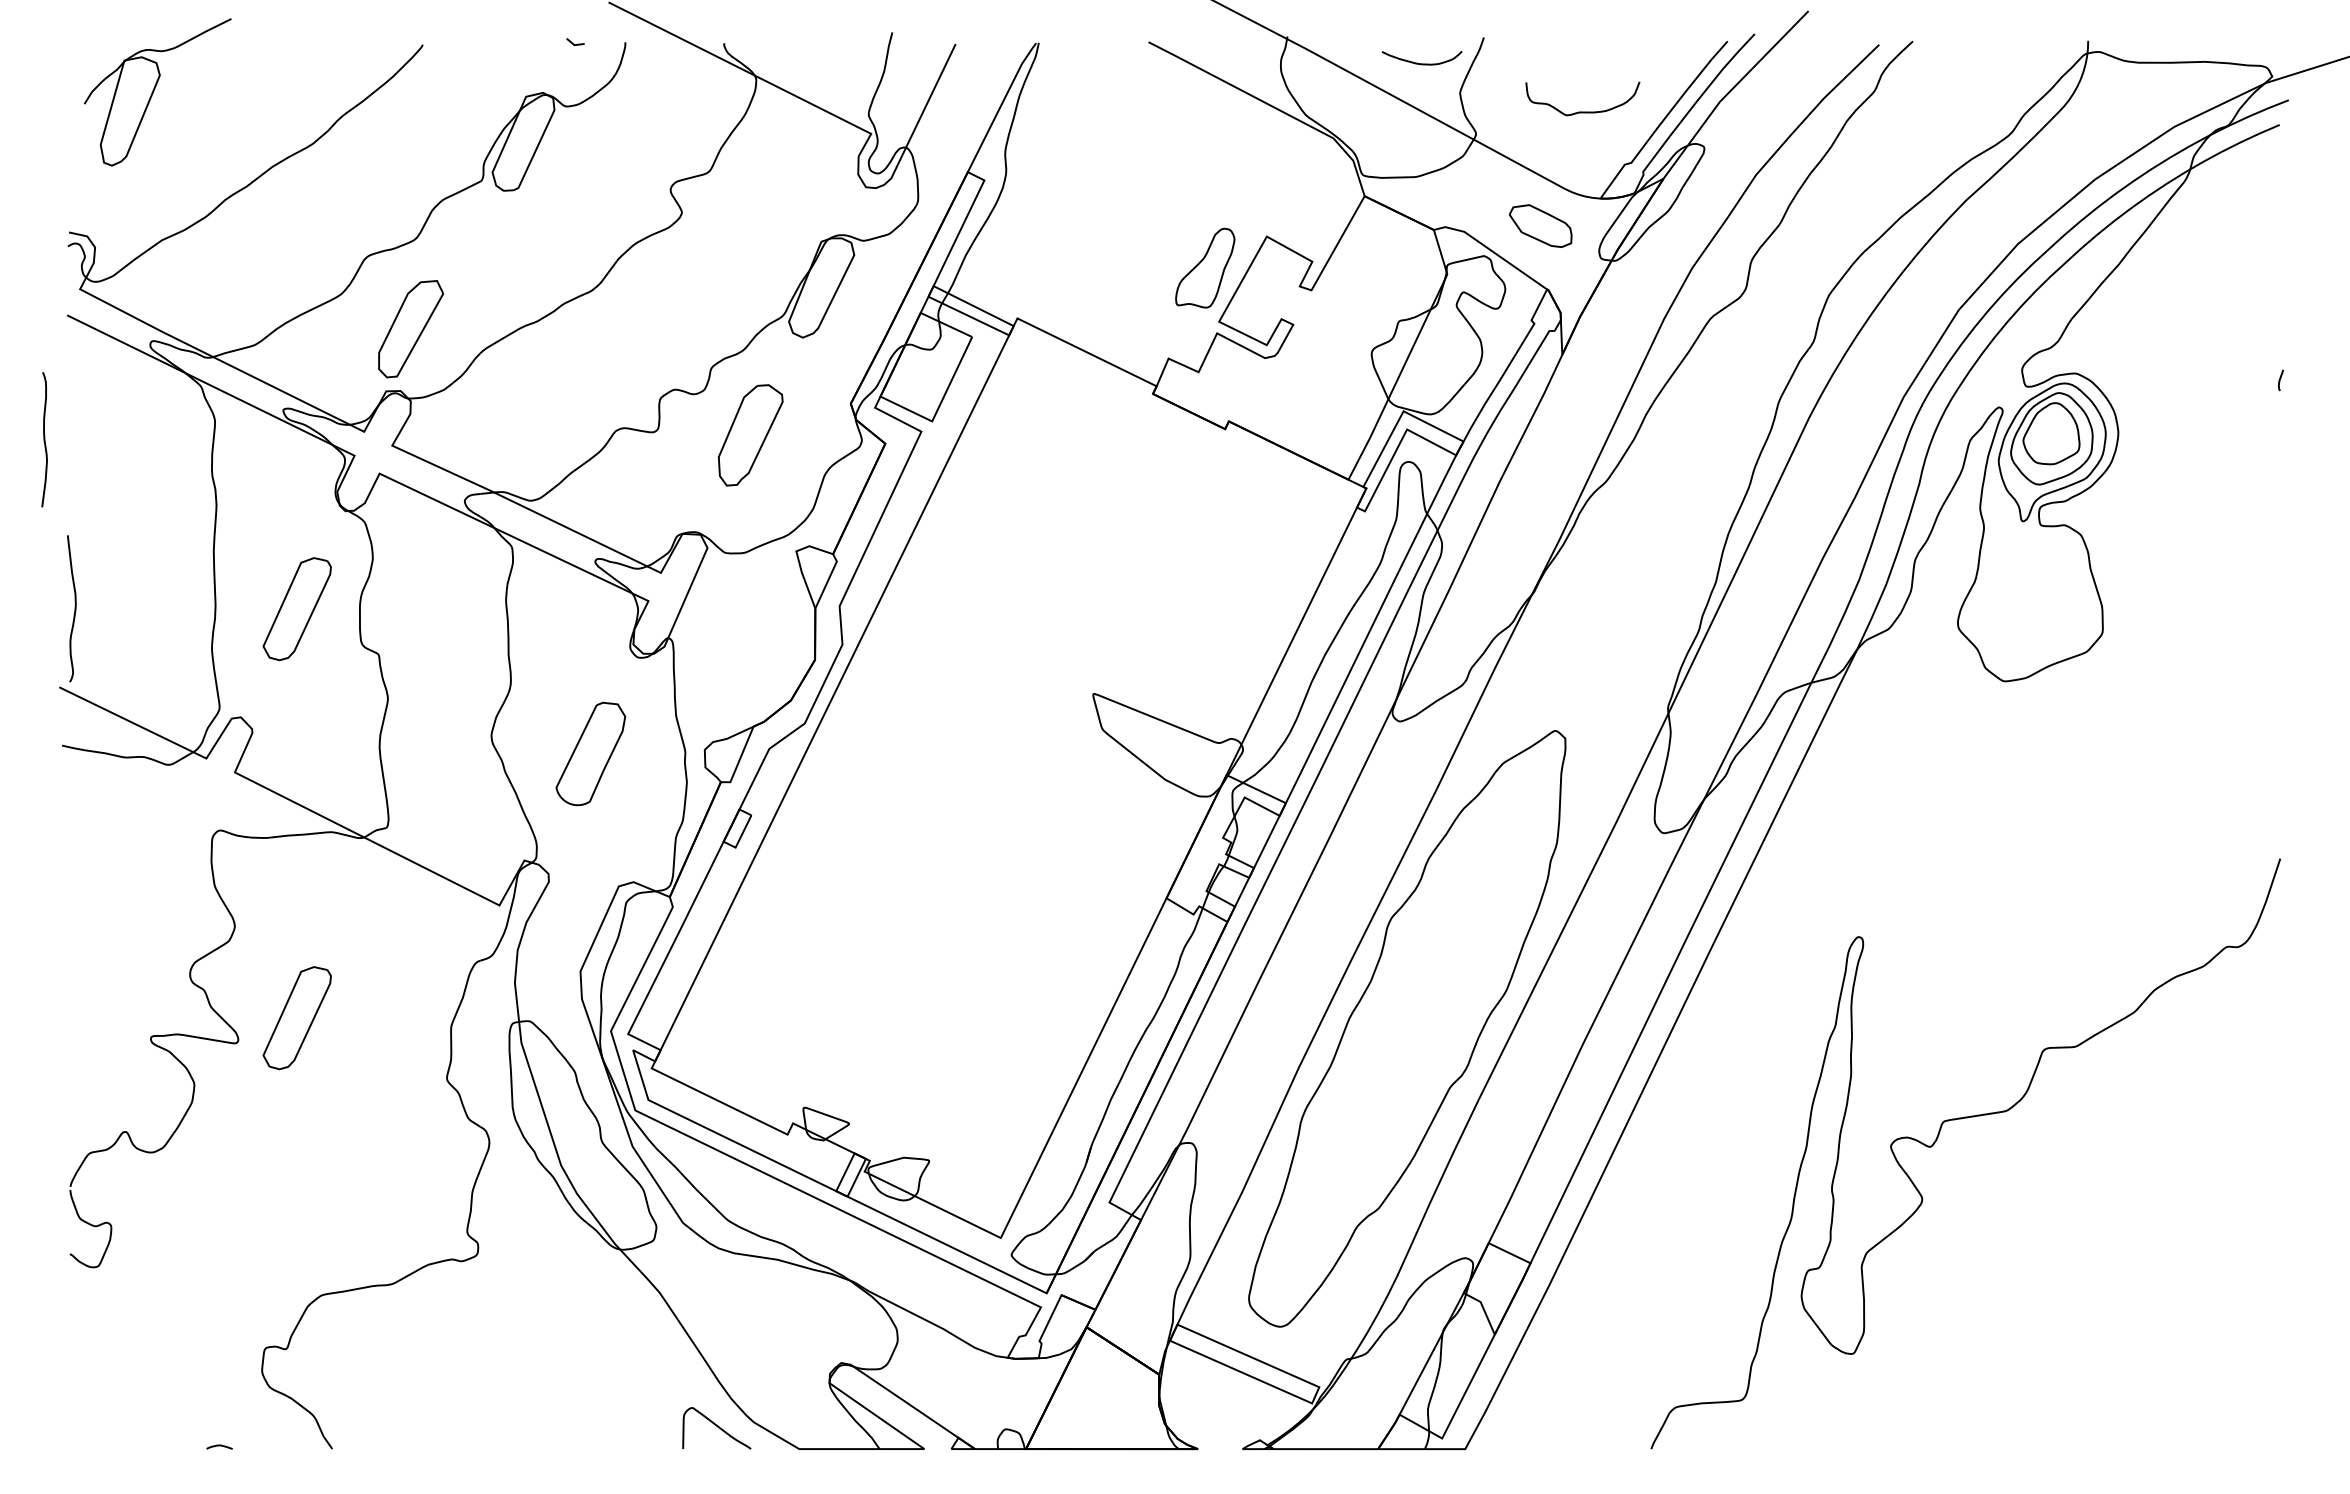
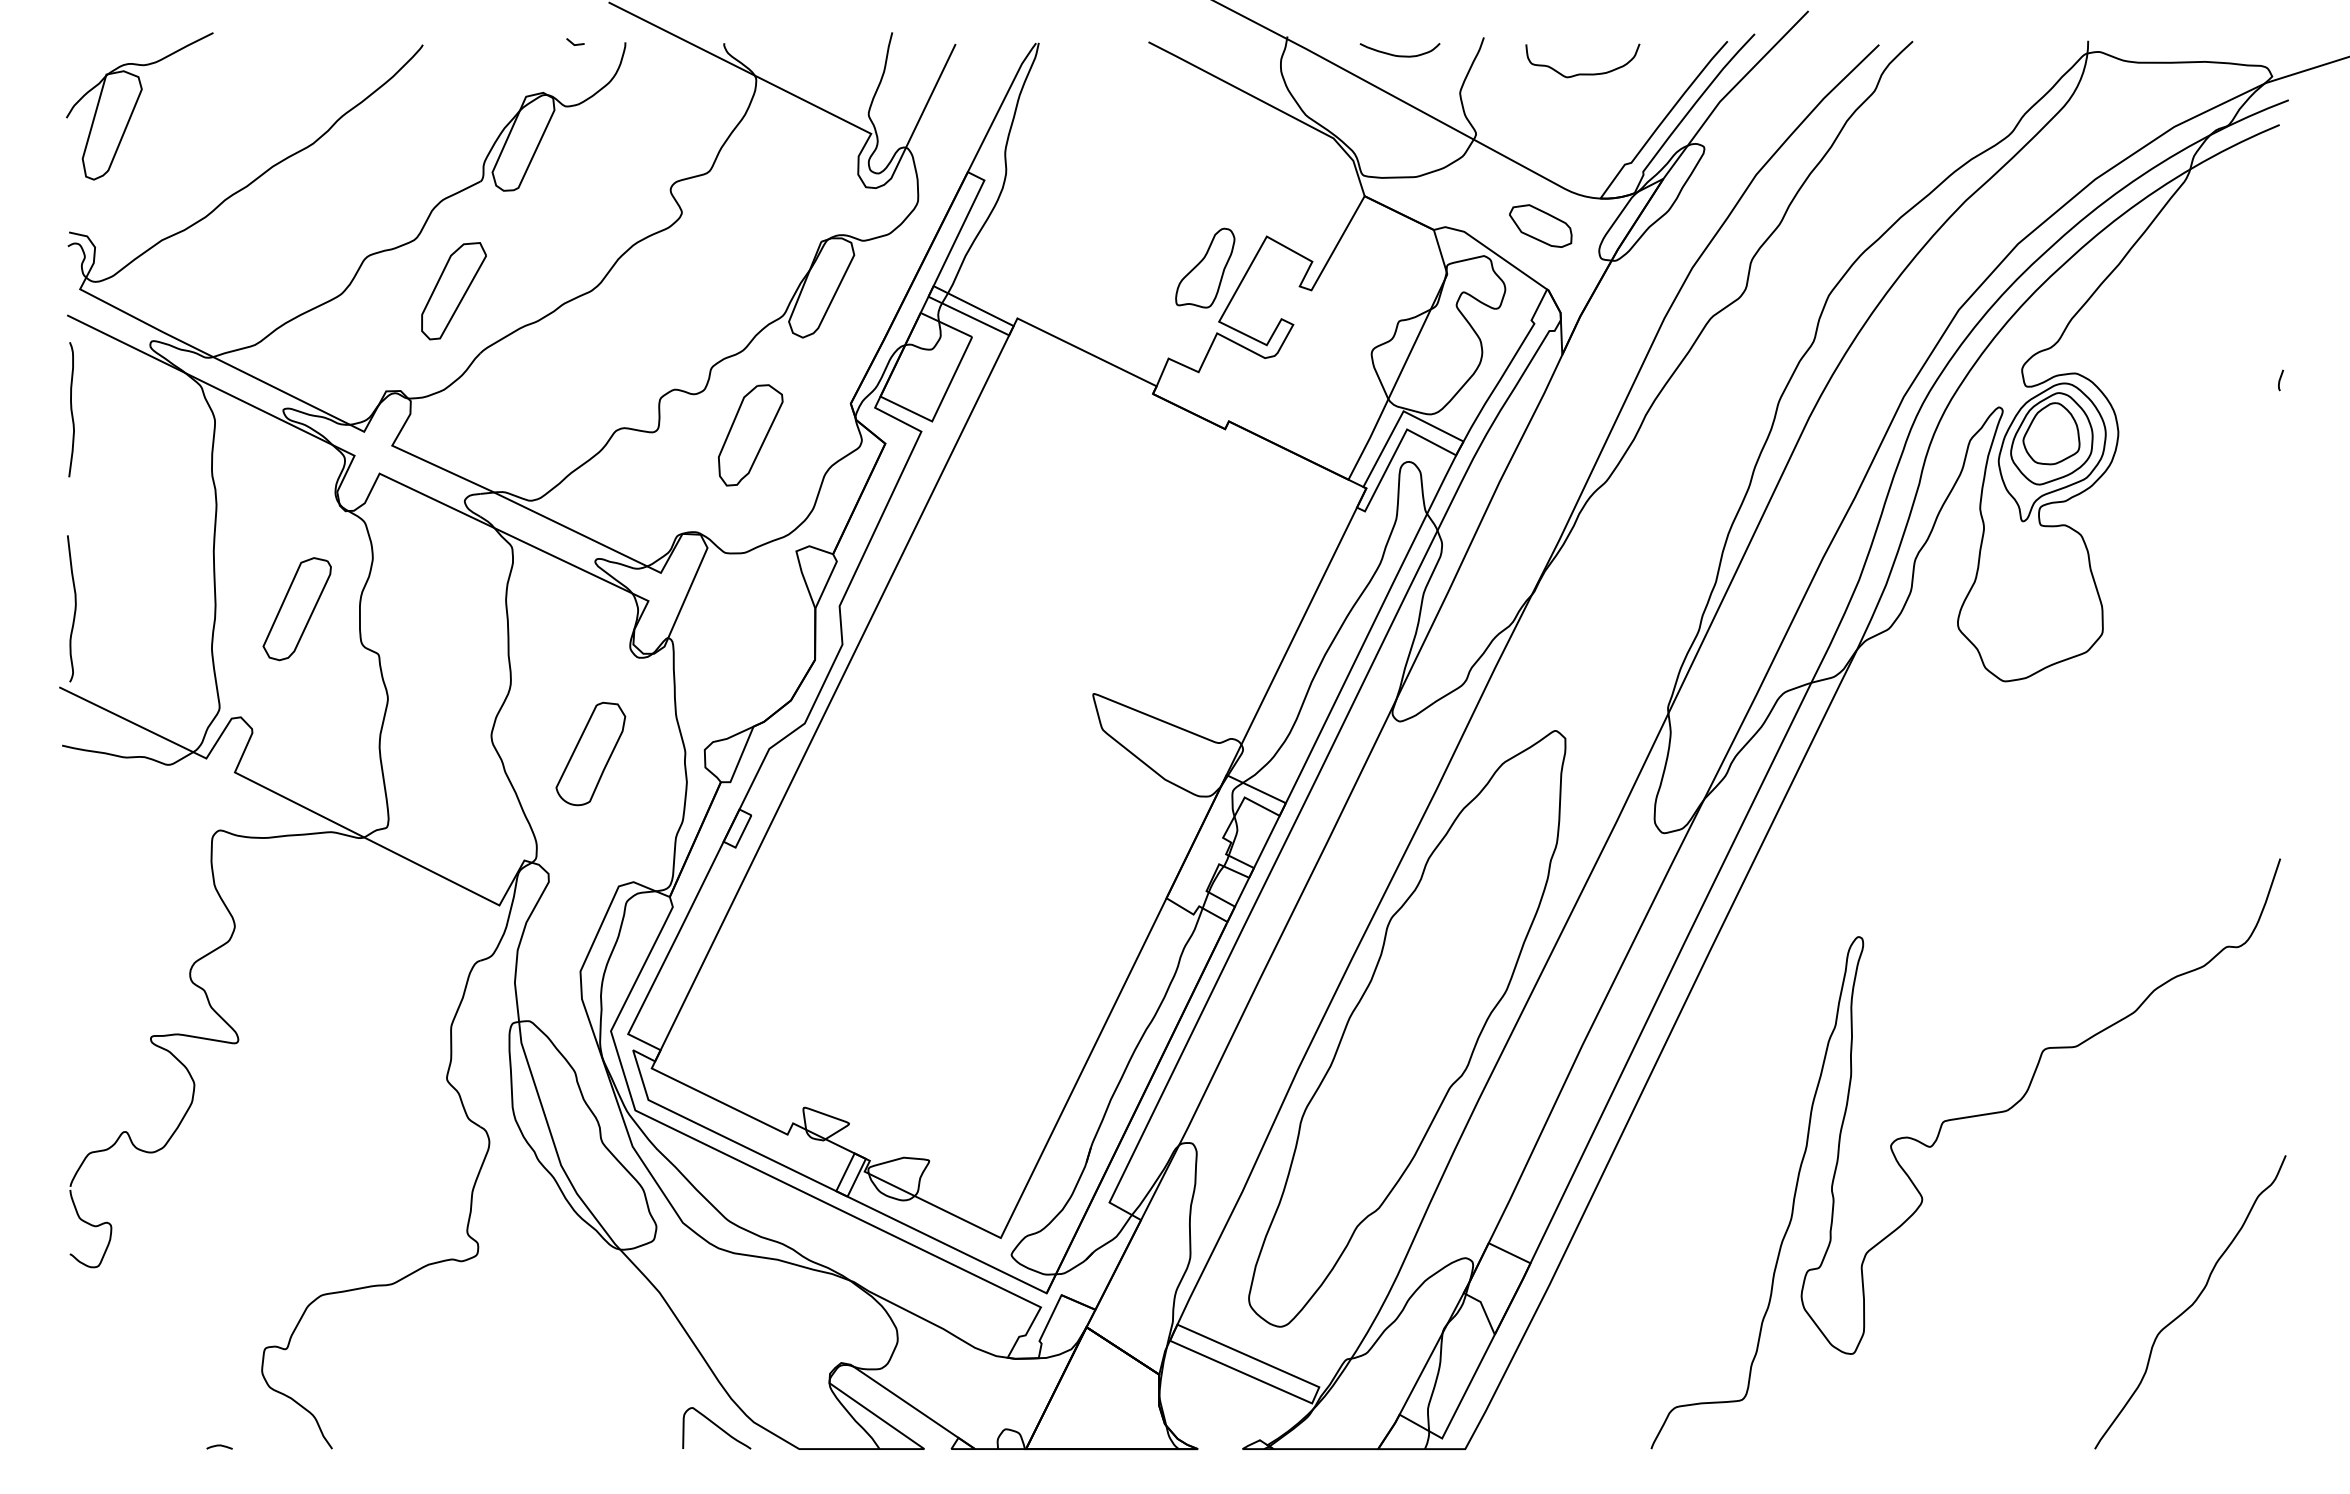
curve at (1421, 63) position: (1421, 63) -> (1399, 55)
part at (157, 92) position: (157, 92) -> (139, 106)
curve at (1582, 111) position: (1582, 111) -> (1582, 73)
part at (410, 329) position: (410, 329) -> (453, 291)
curve at (44, 439) position: (44, 439) -> (71, 409)
part at (296, 1018): present -> none
curve at (2192, 1303): none -> present
